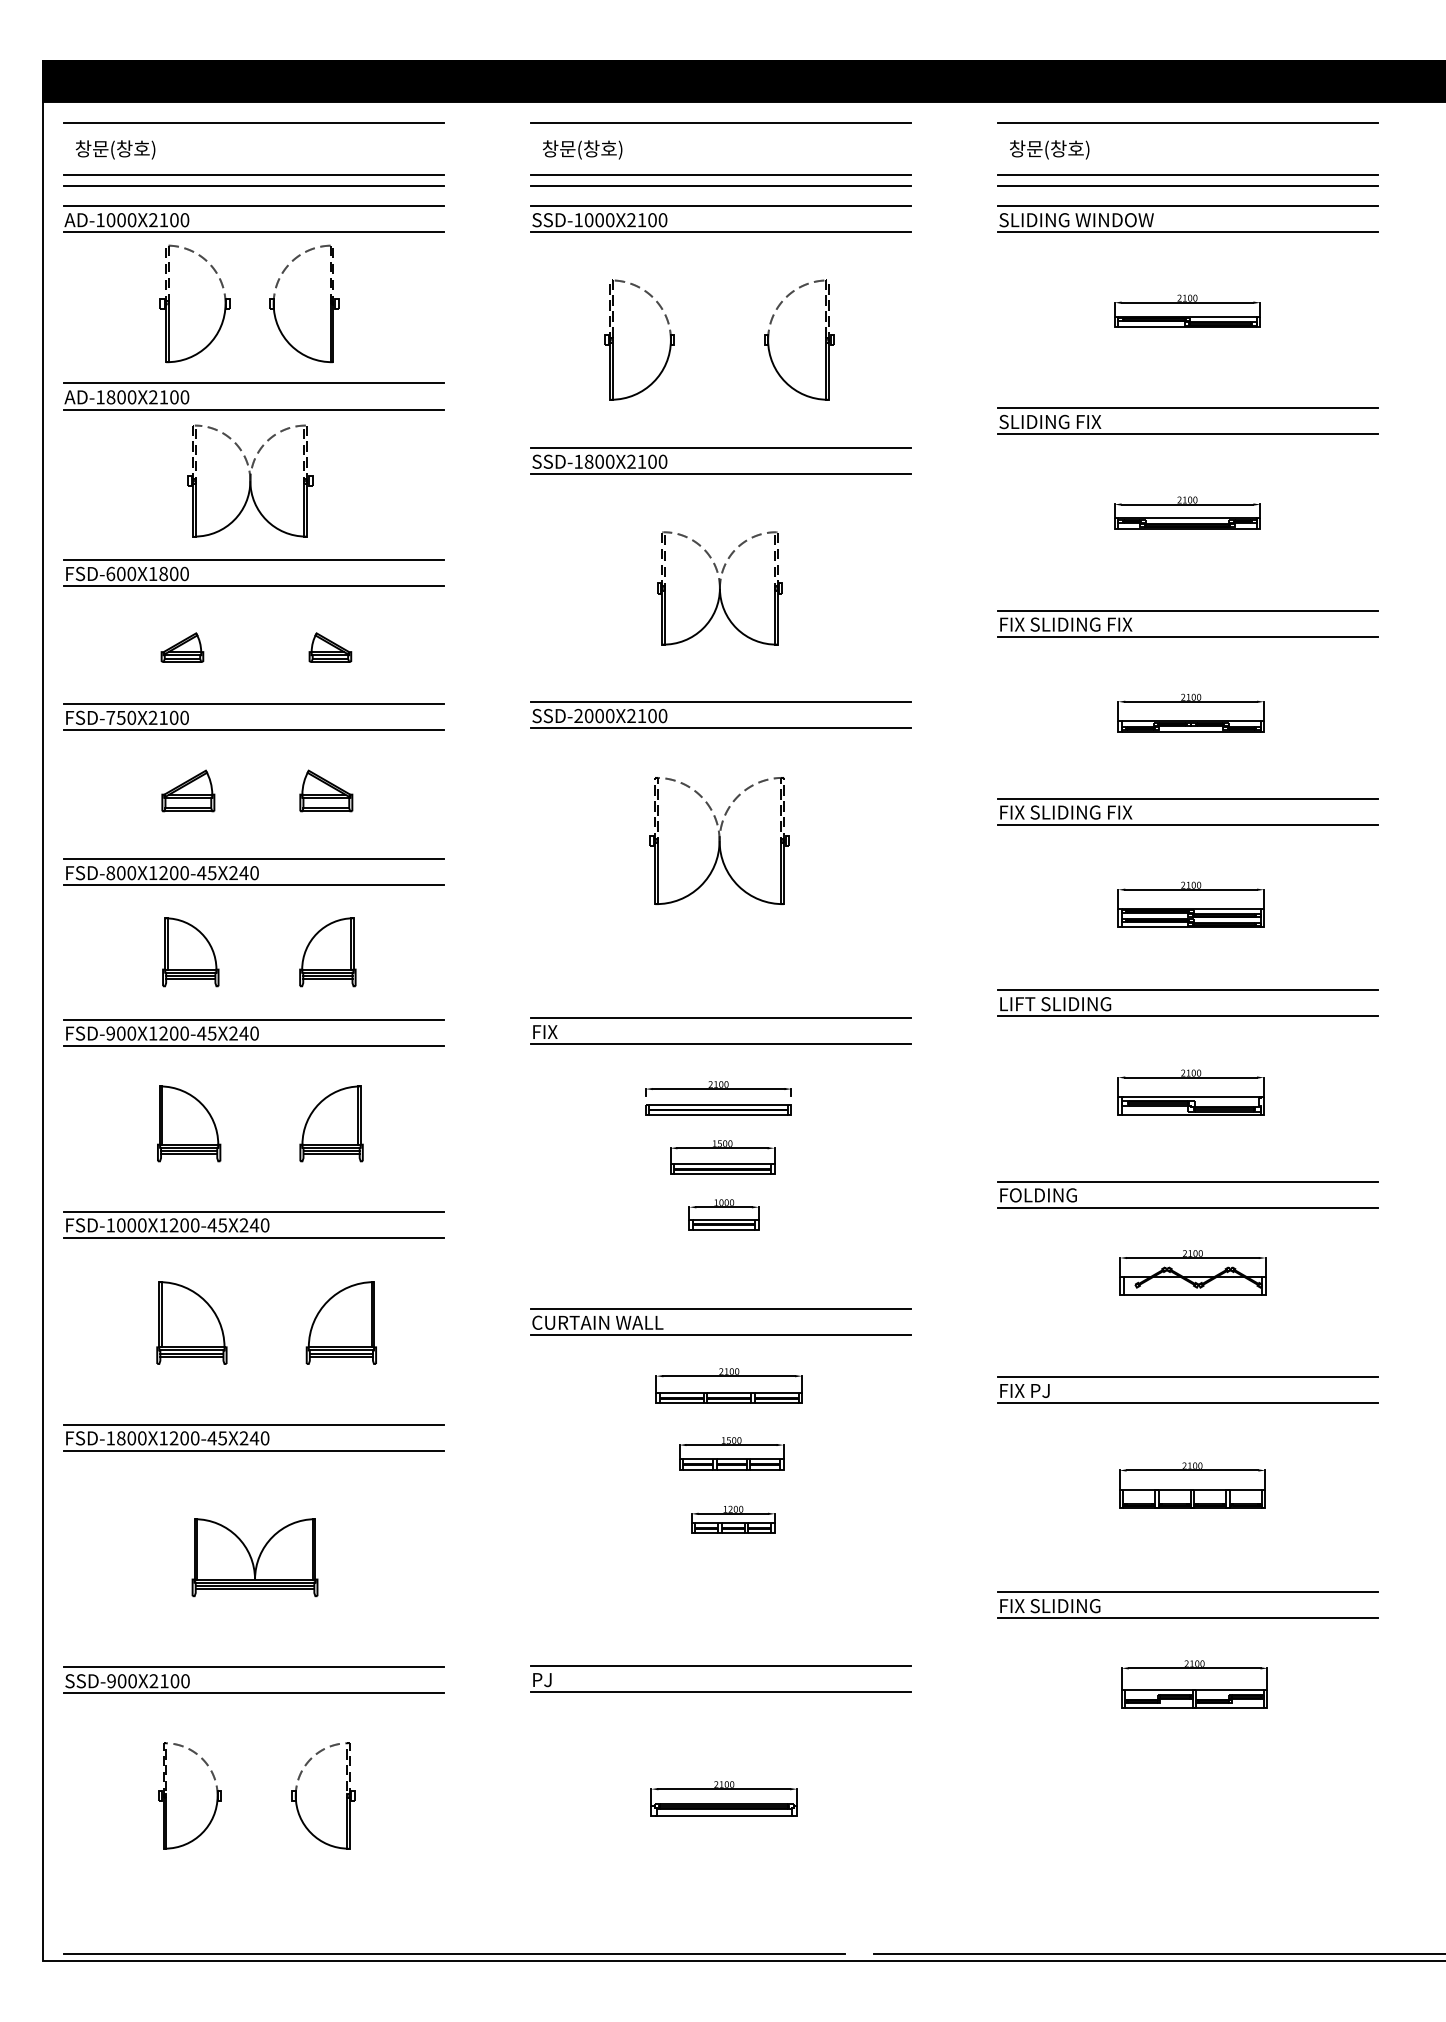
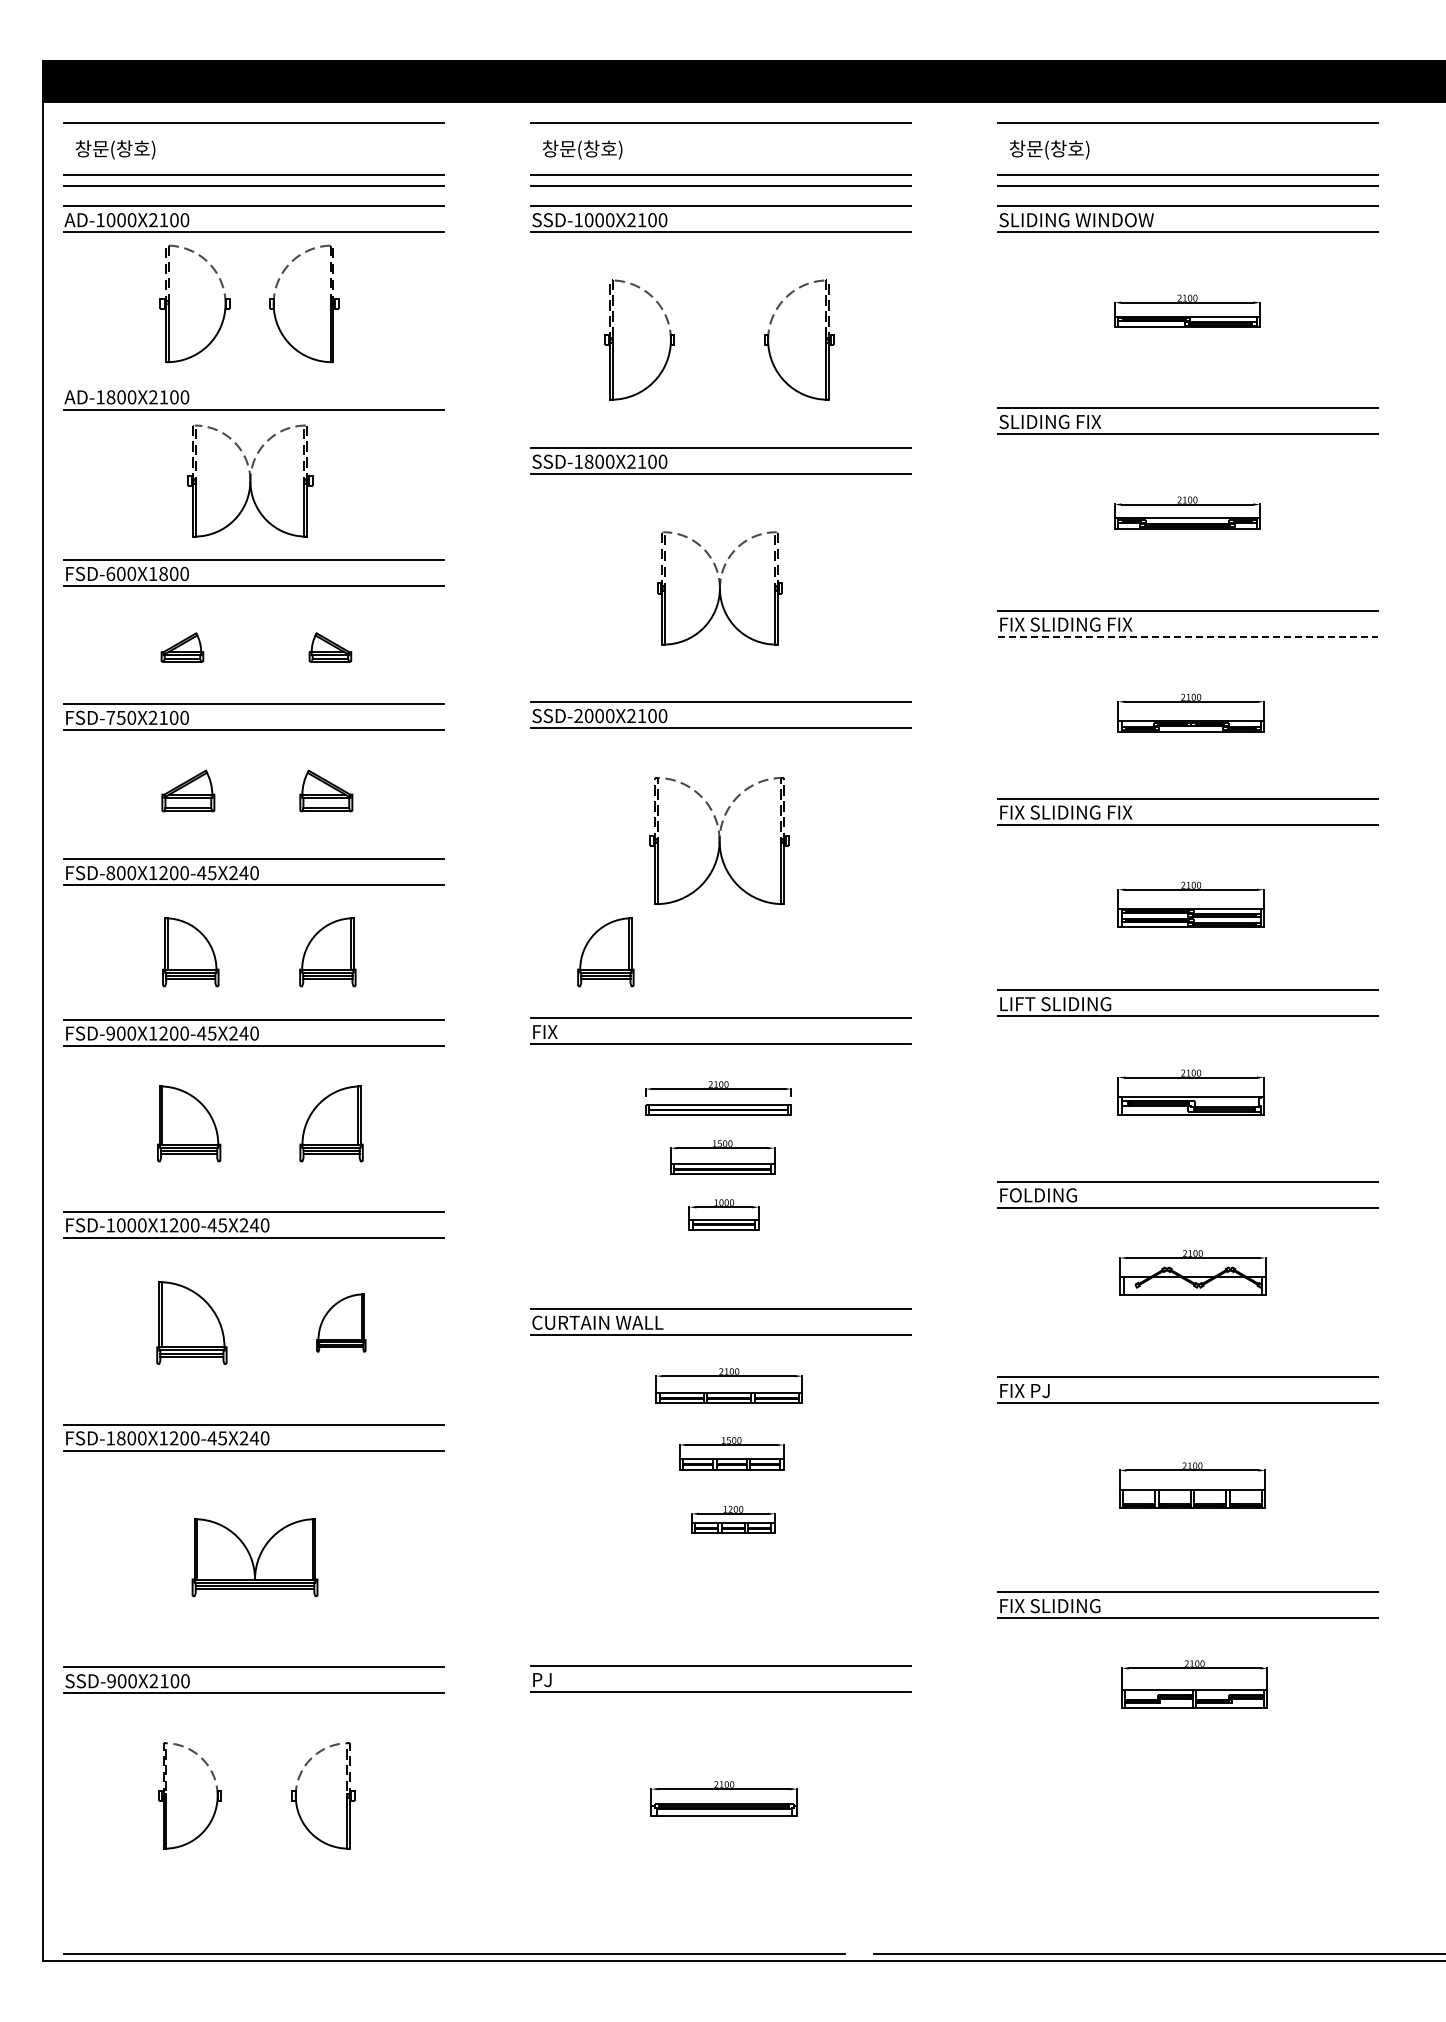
line at (254, 383): present -> none
line at (1188, 636): solid -> dashed
part at (605, 952): none -> present
part at (340, 1322) size: 72x84 px -> 51x60 px
